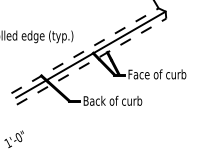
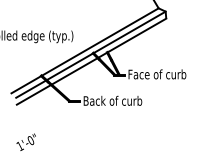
line at (85, 50): dashed -> solid
line at (92, 61): dashed -> solid
text at (13, 138) position: (13, 138) -> (25, 141)
